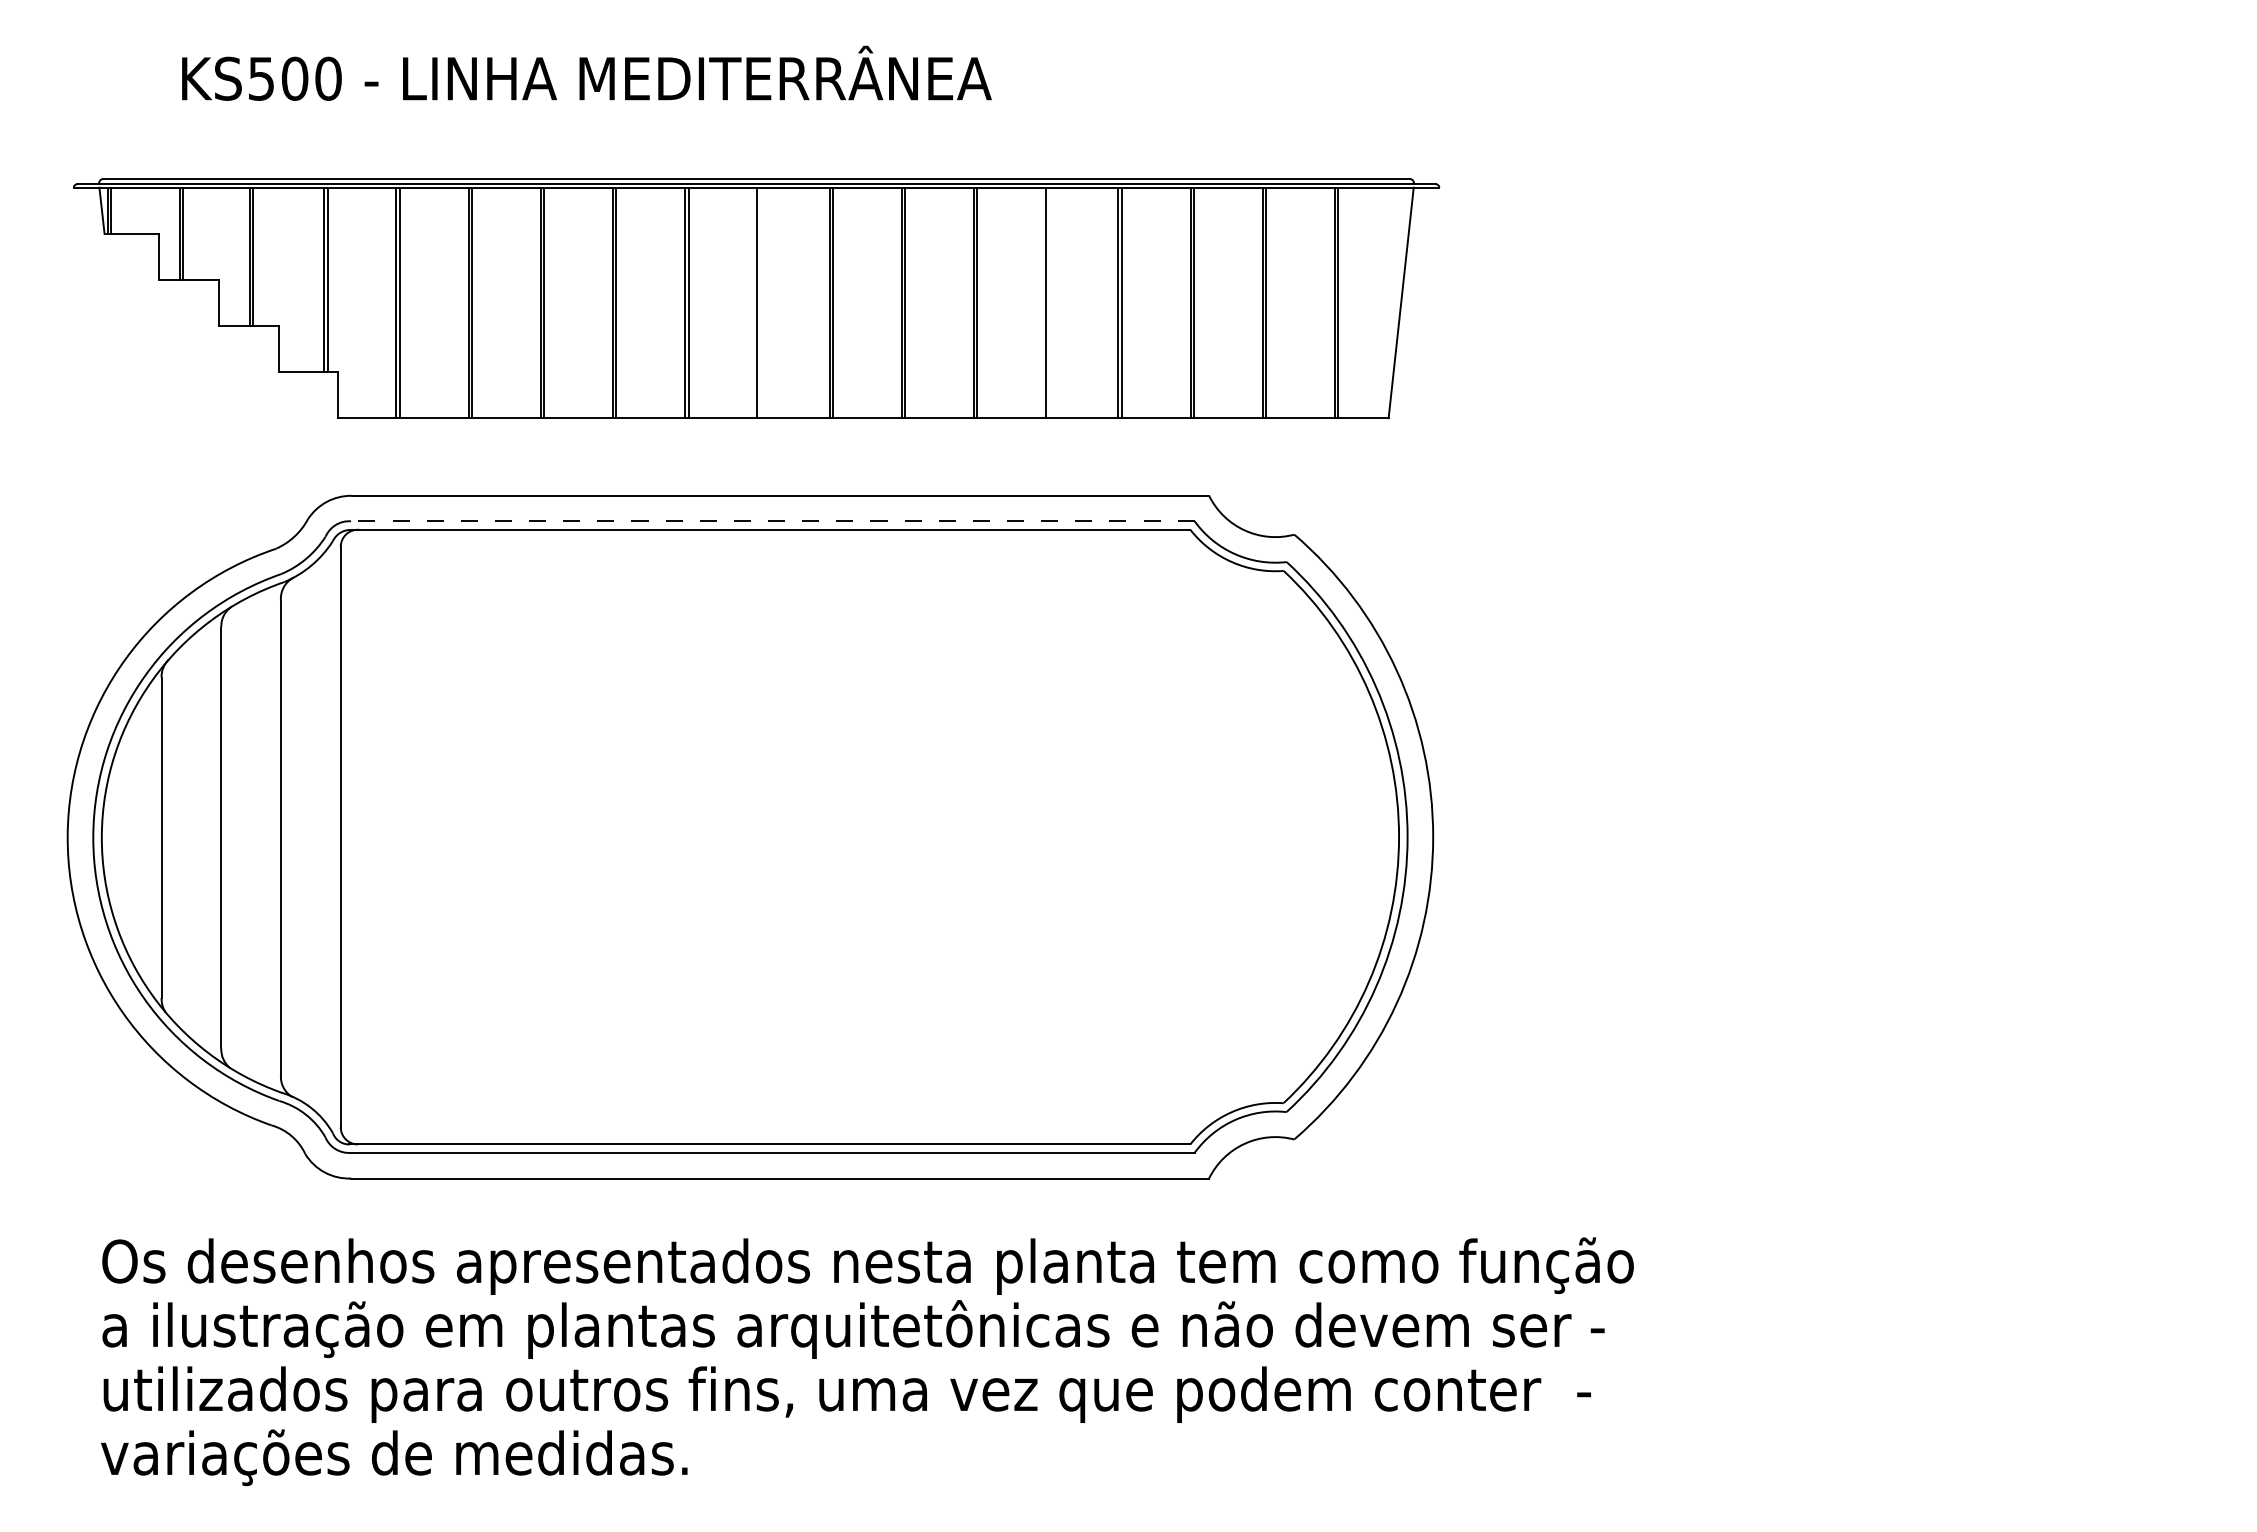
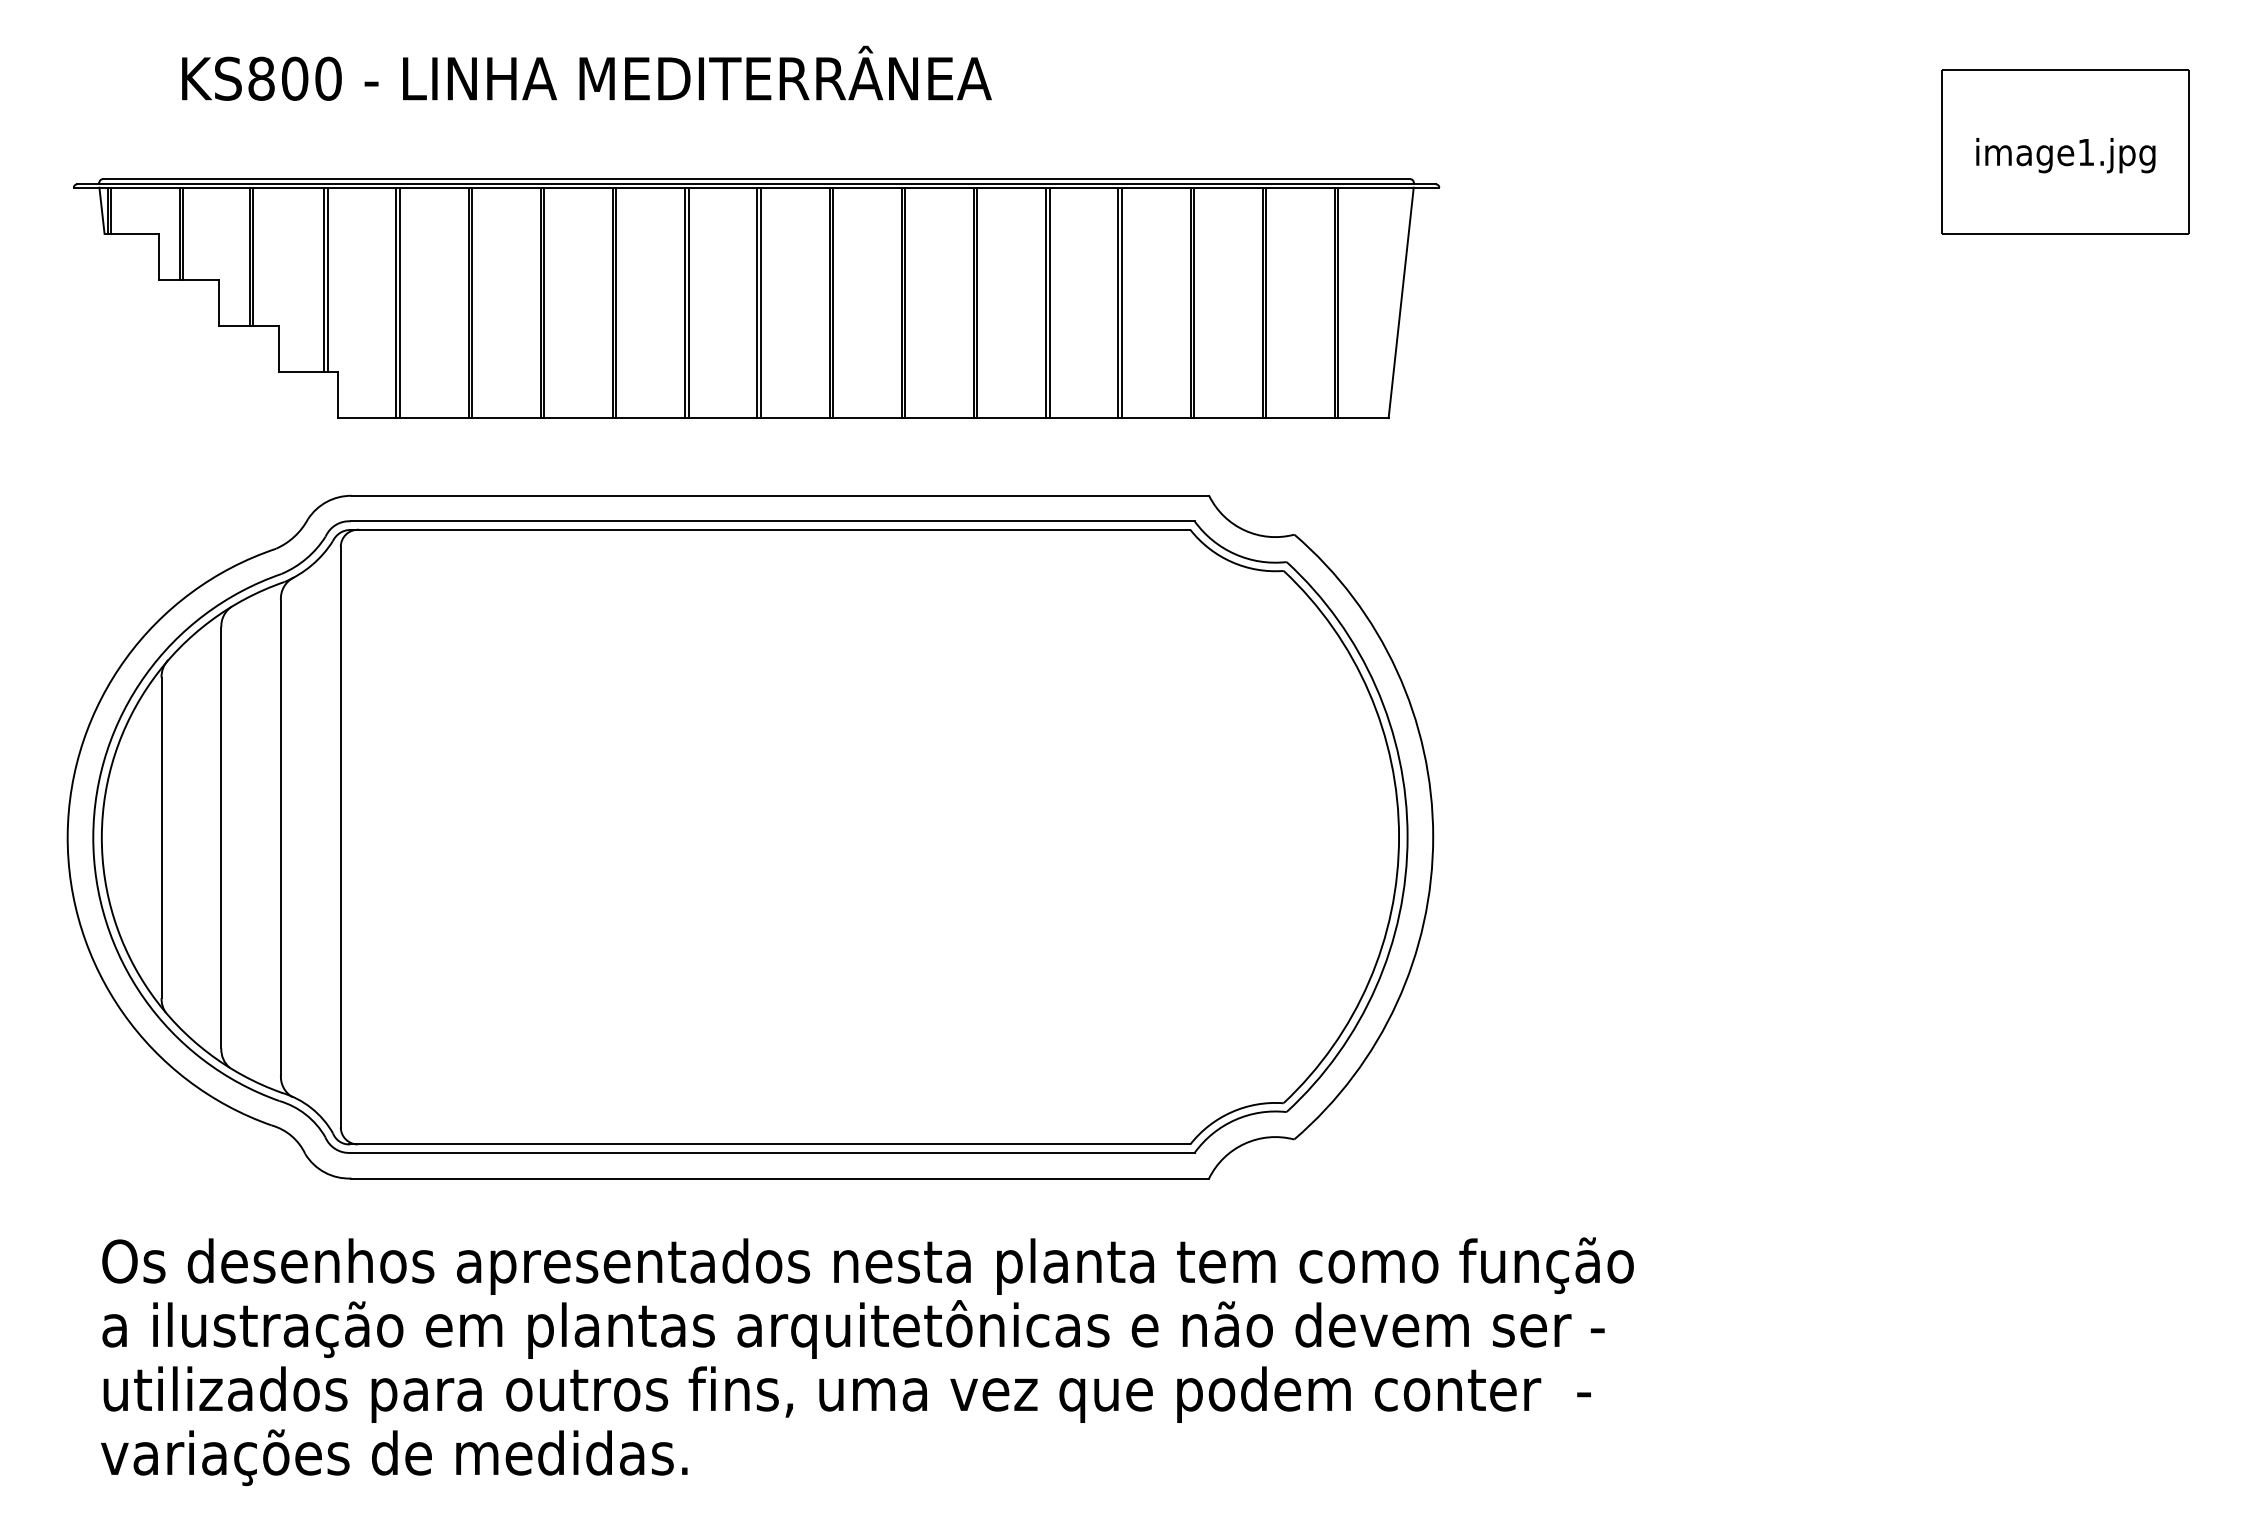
text at (261, 78): KS500 -> KS800
part at (2065, 151): none -> present
line at (760, 302): none -> present
line at (1049, 302): none -> present
line at (772, 521): dashed -> solid
